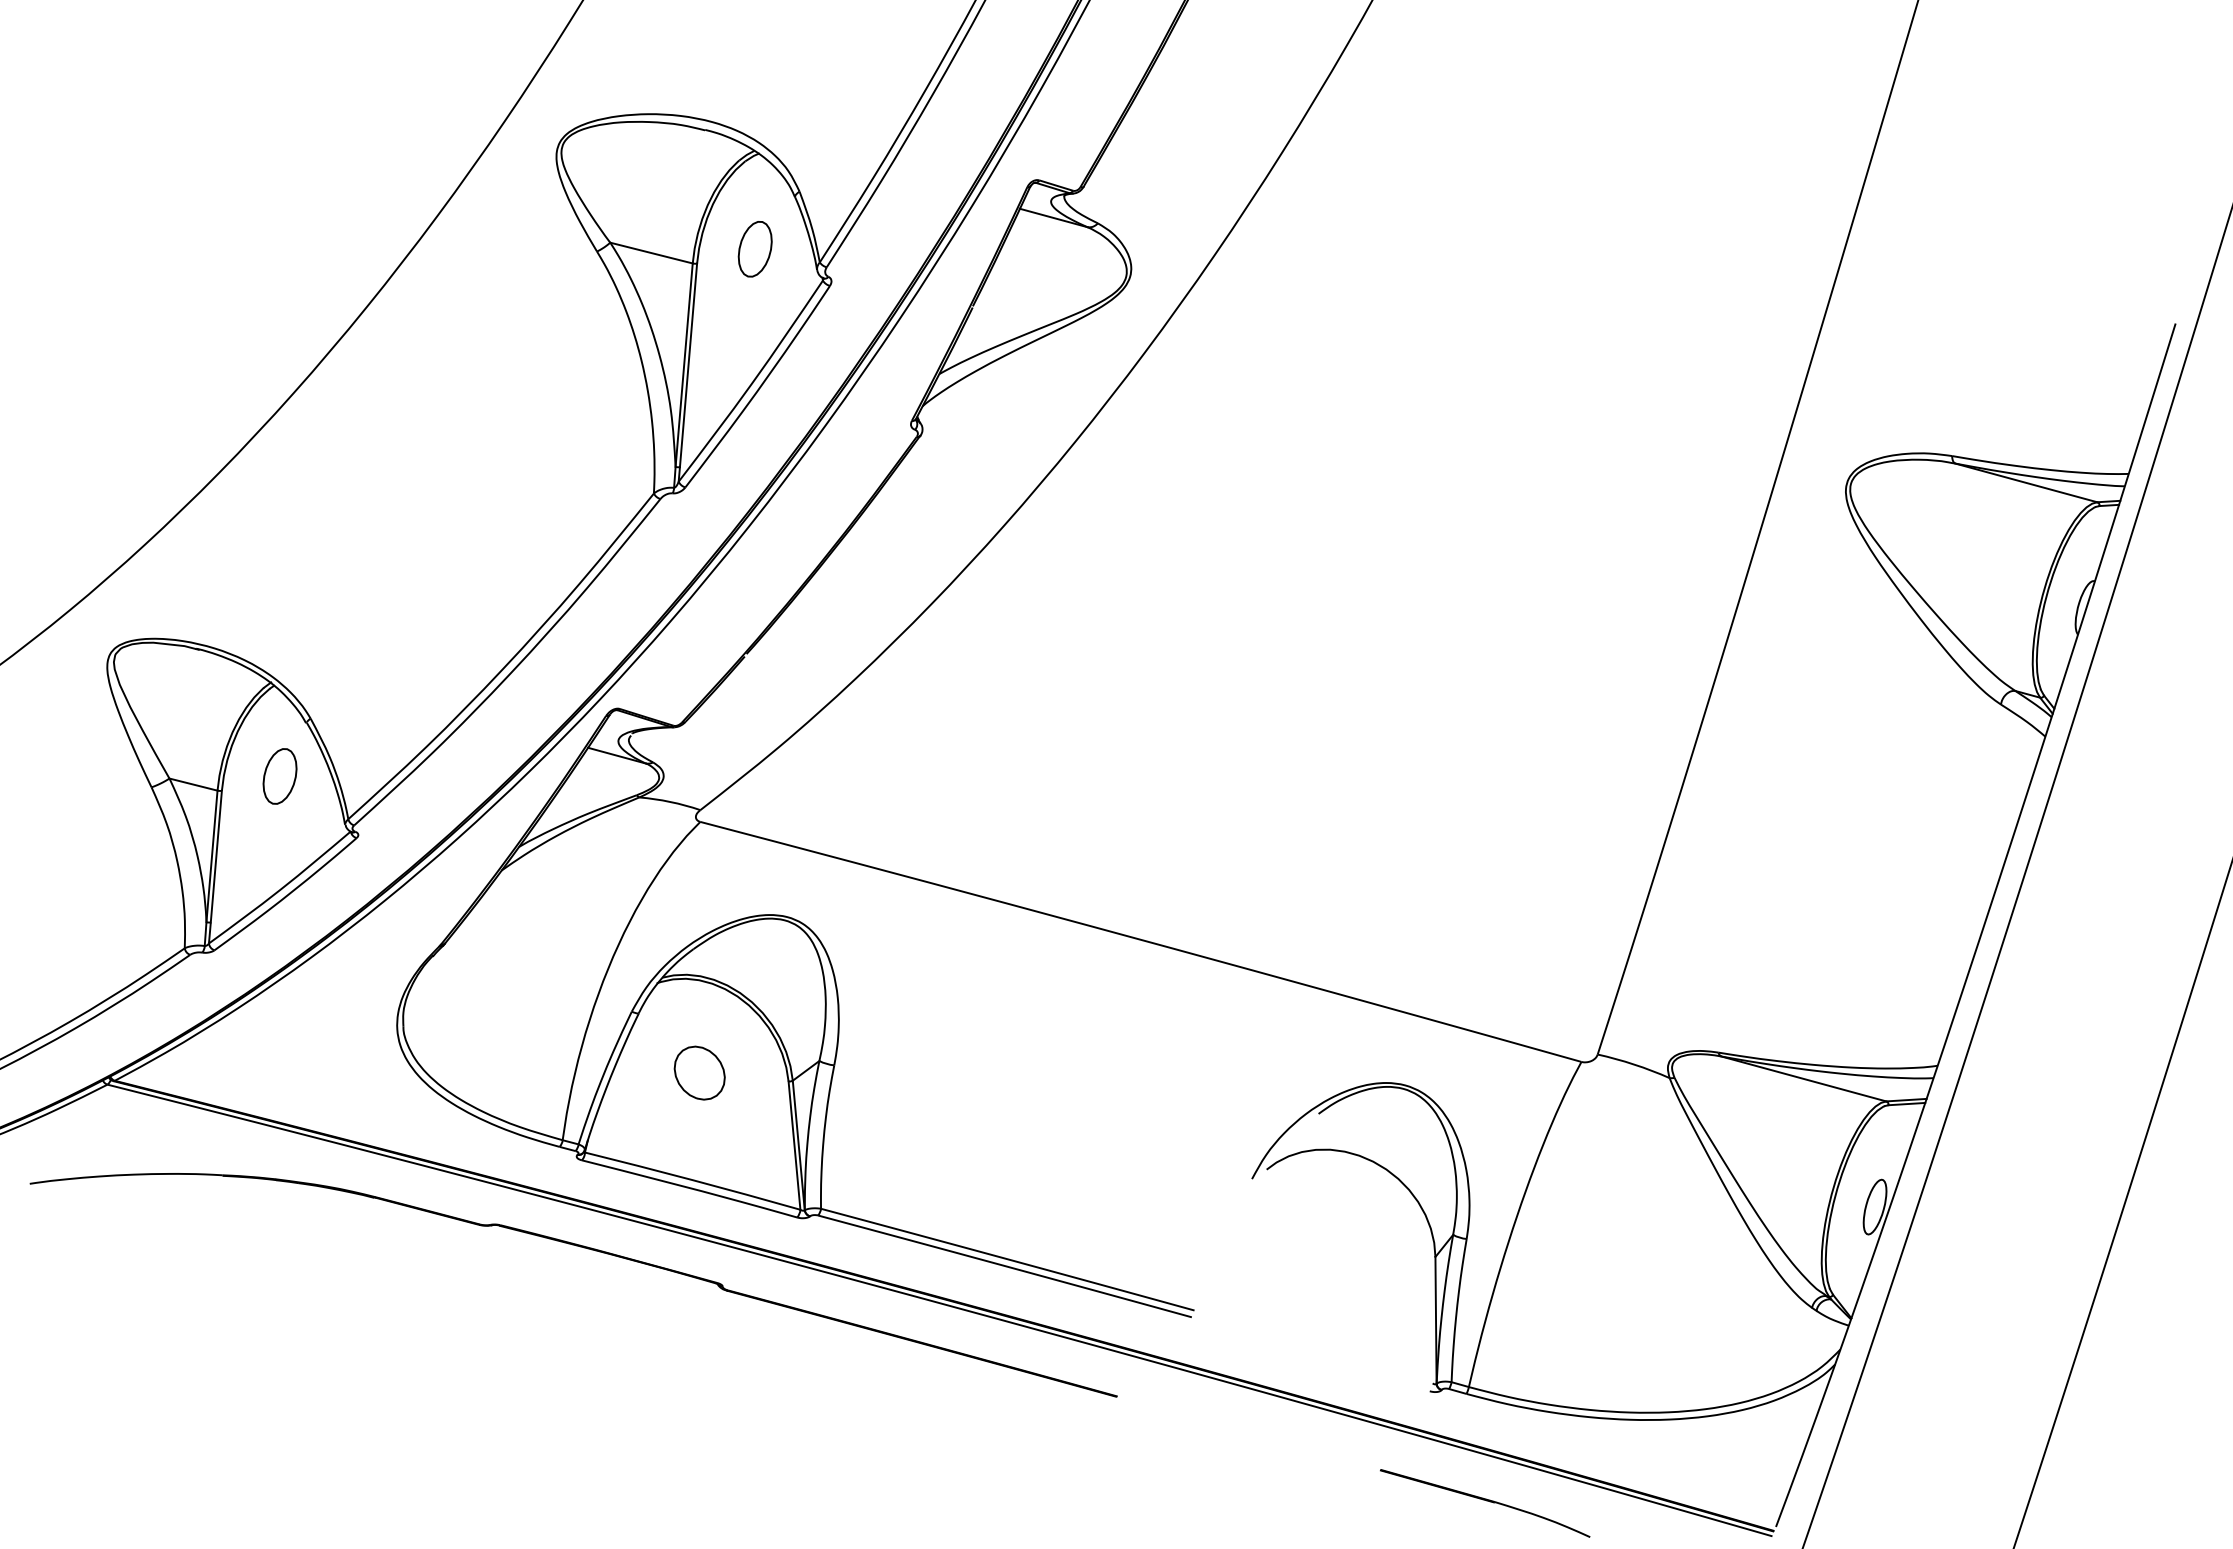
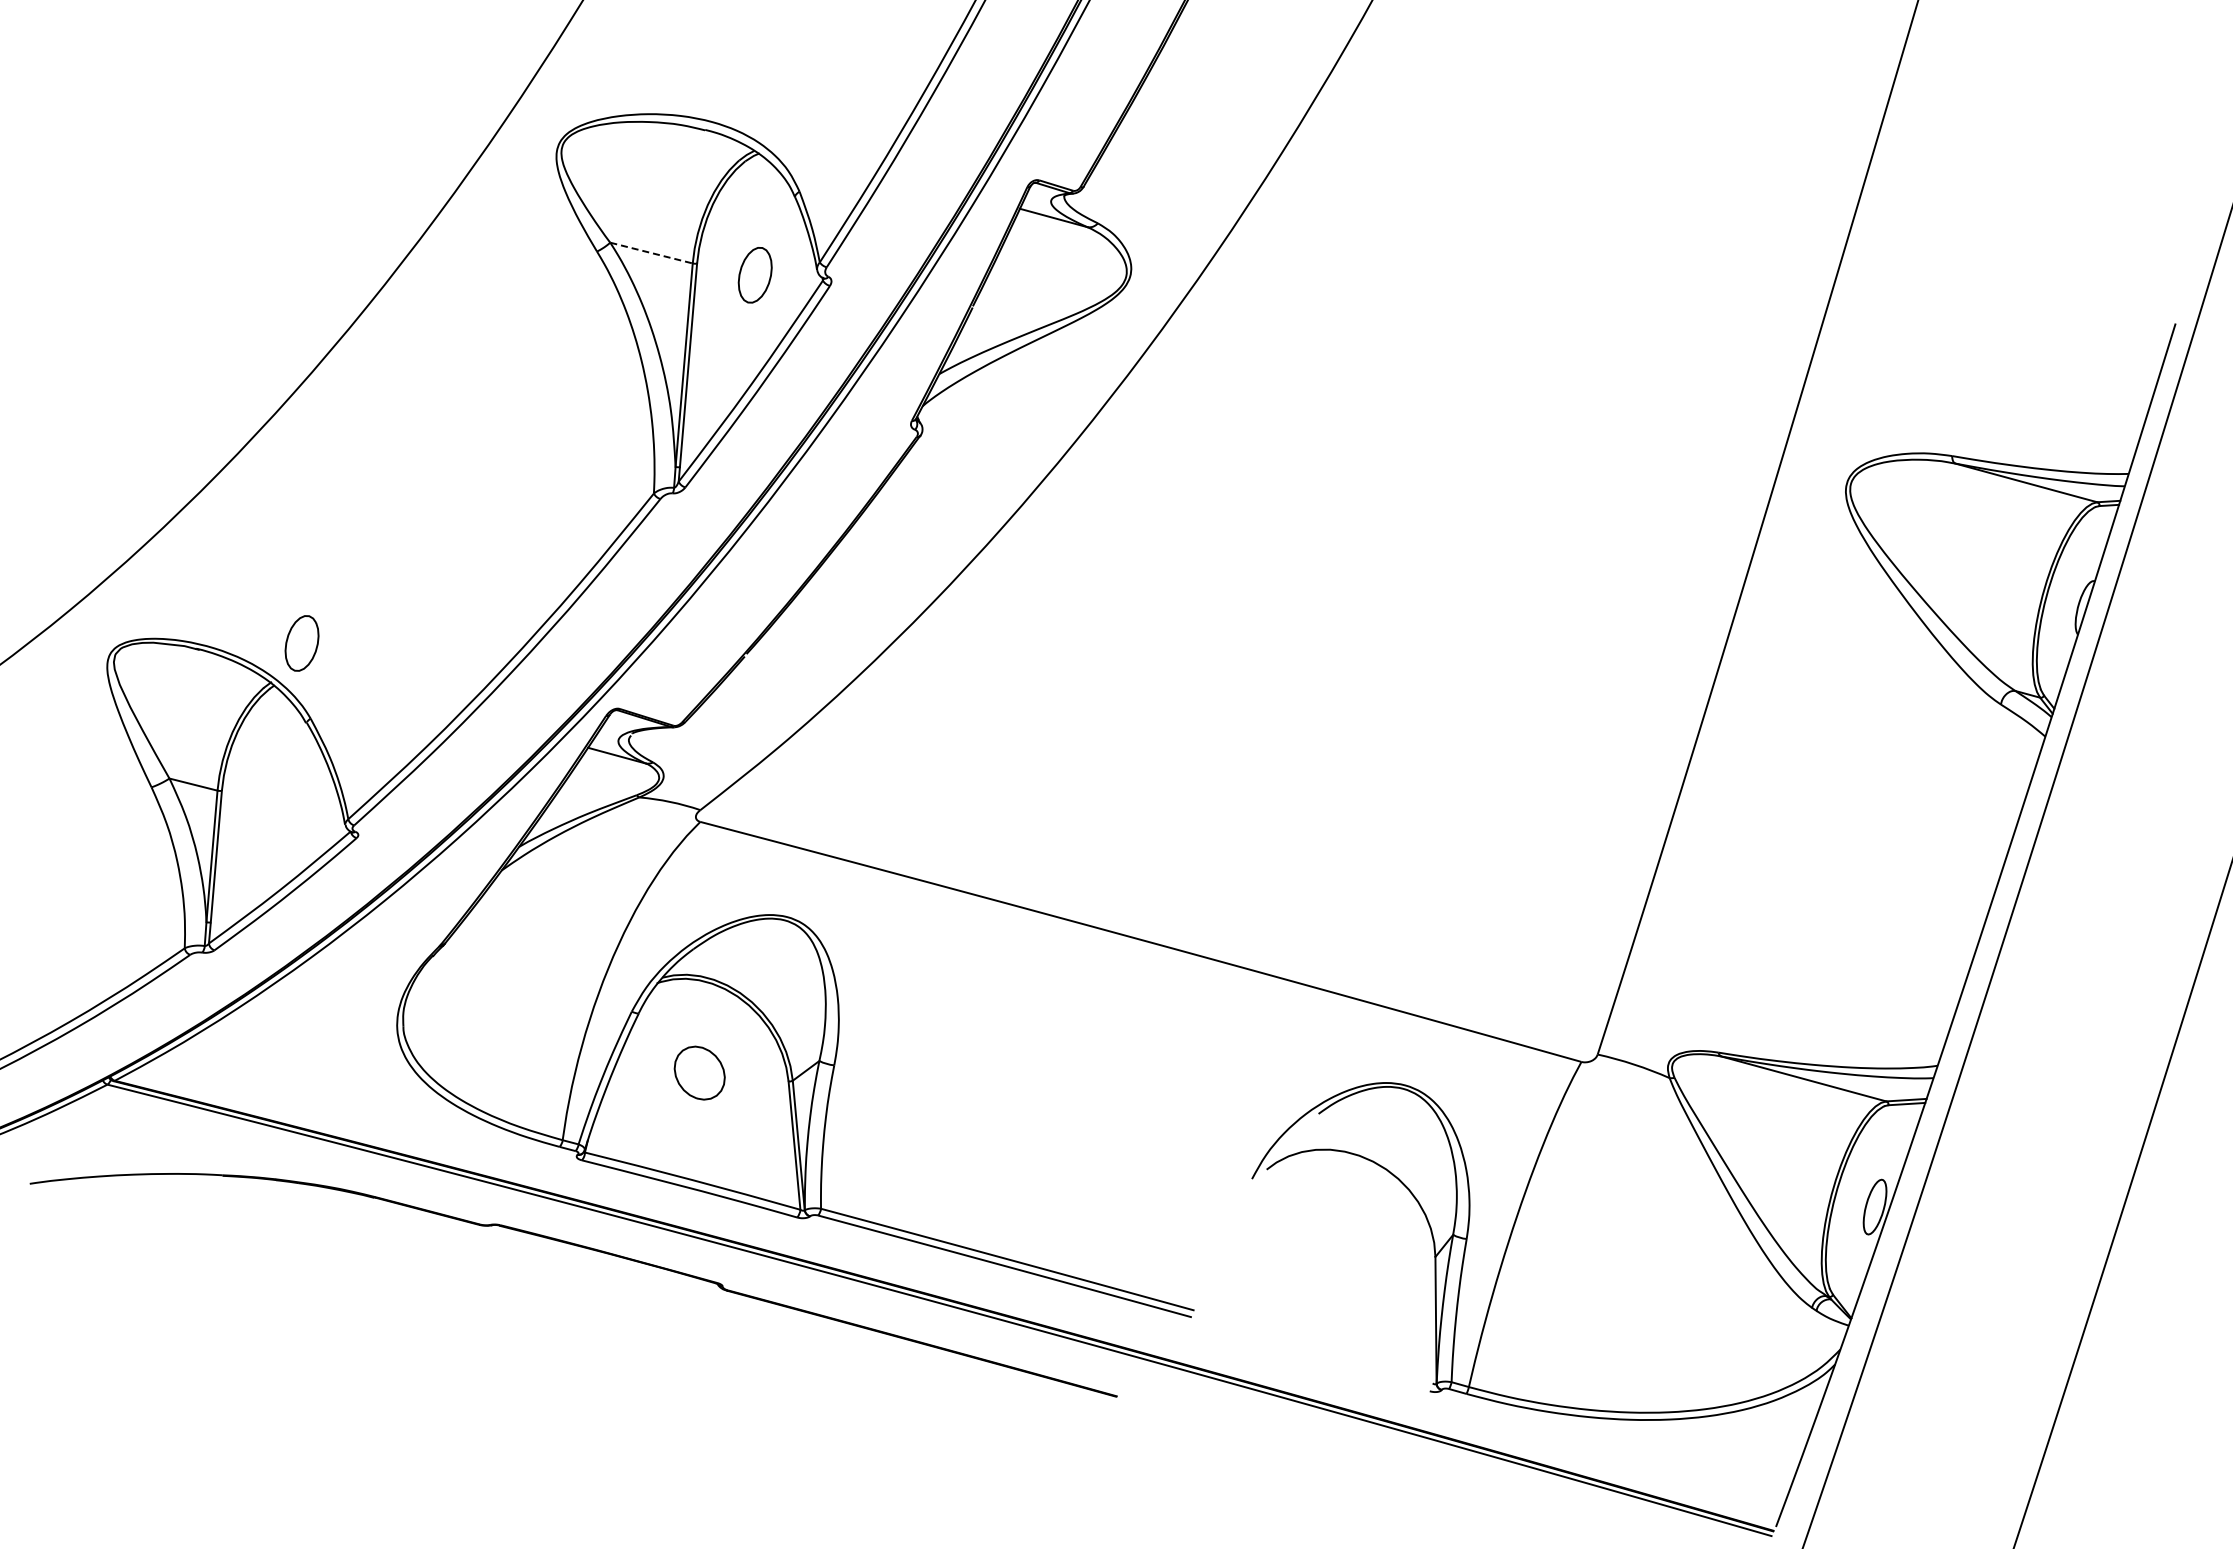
part at (754, 249) position: (754, 249) -> (754, 275)
line at (652, 253): solid -> dashed
part at (279, 776) position: (279, 776) -> (301, 643)
part at (1485, 1503): present -> none
